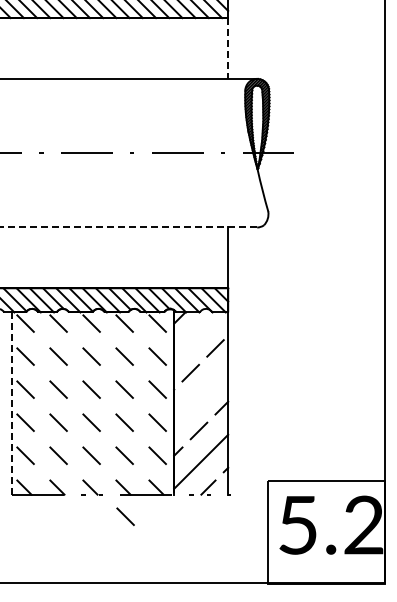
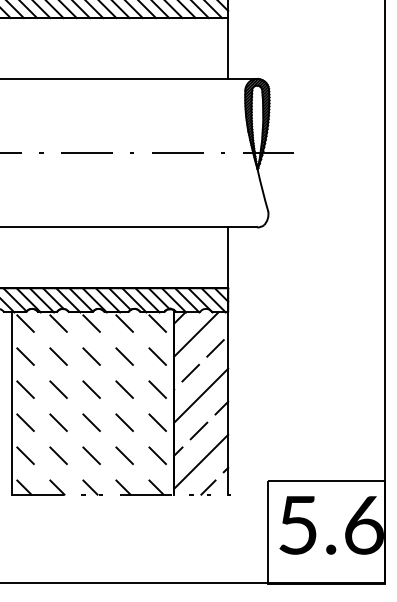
line at (228, 48): dashed -> solid
line at (128, 227): dashed -> solid
line at (196, 334): none -> present
line at (201, 395): none -> present
line at (12, 403): dashed -> solid
line at (125, 516): present -> none
text at (363, 524): 5.2 -> 5.6
